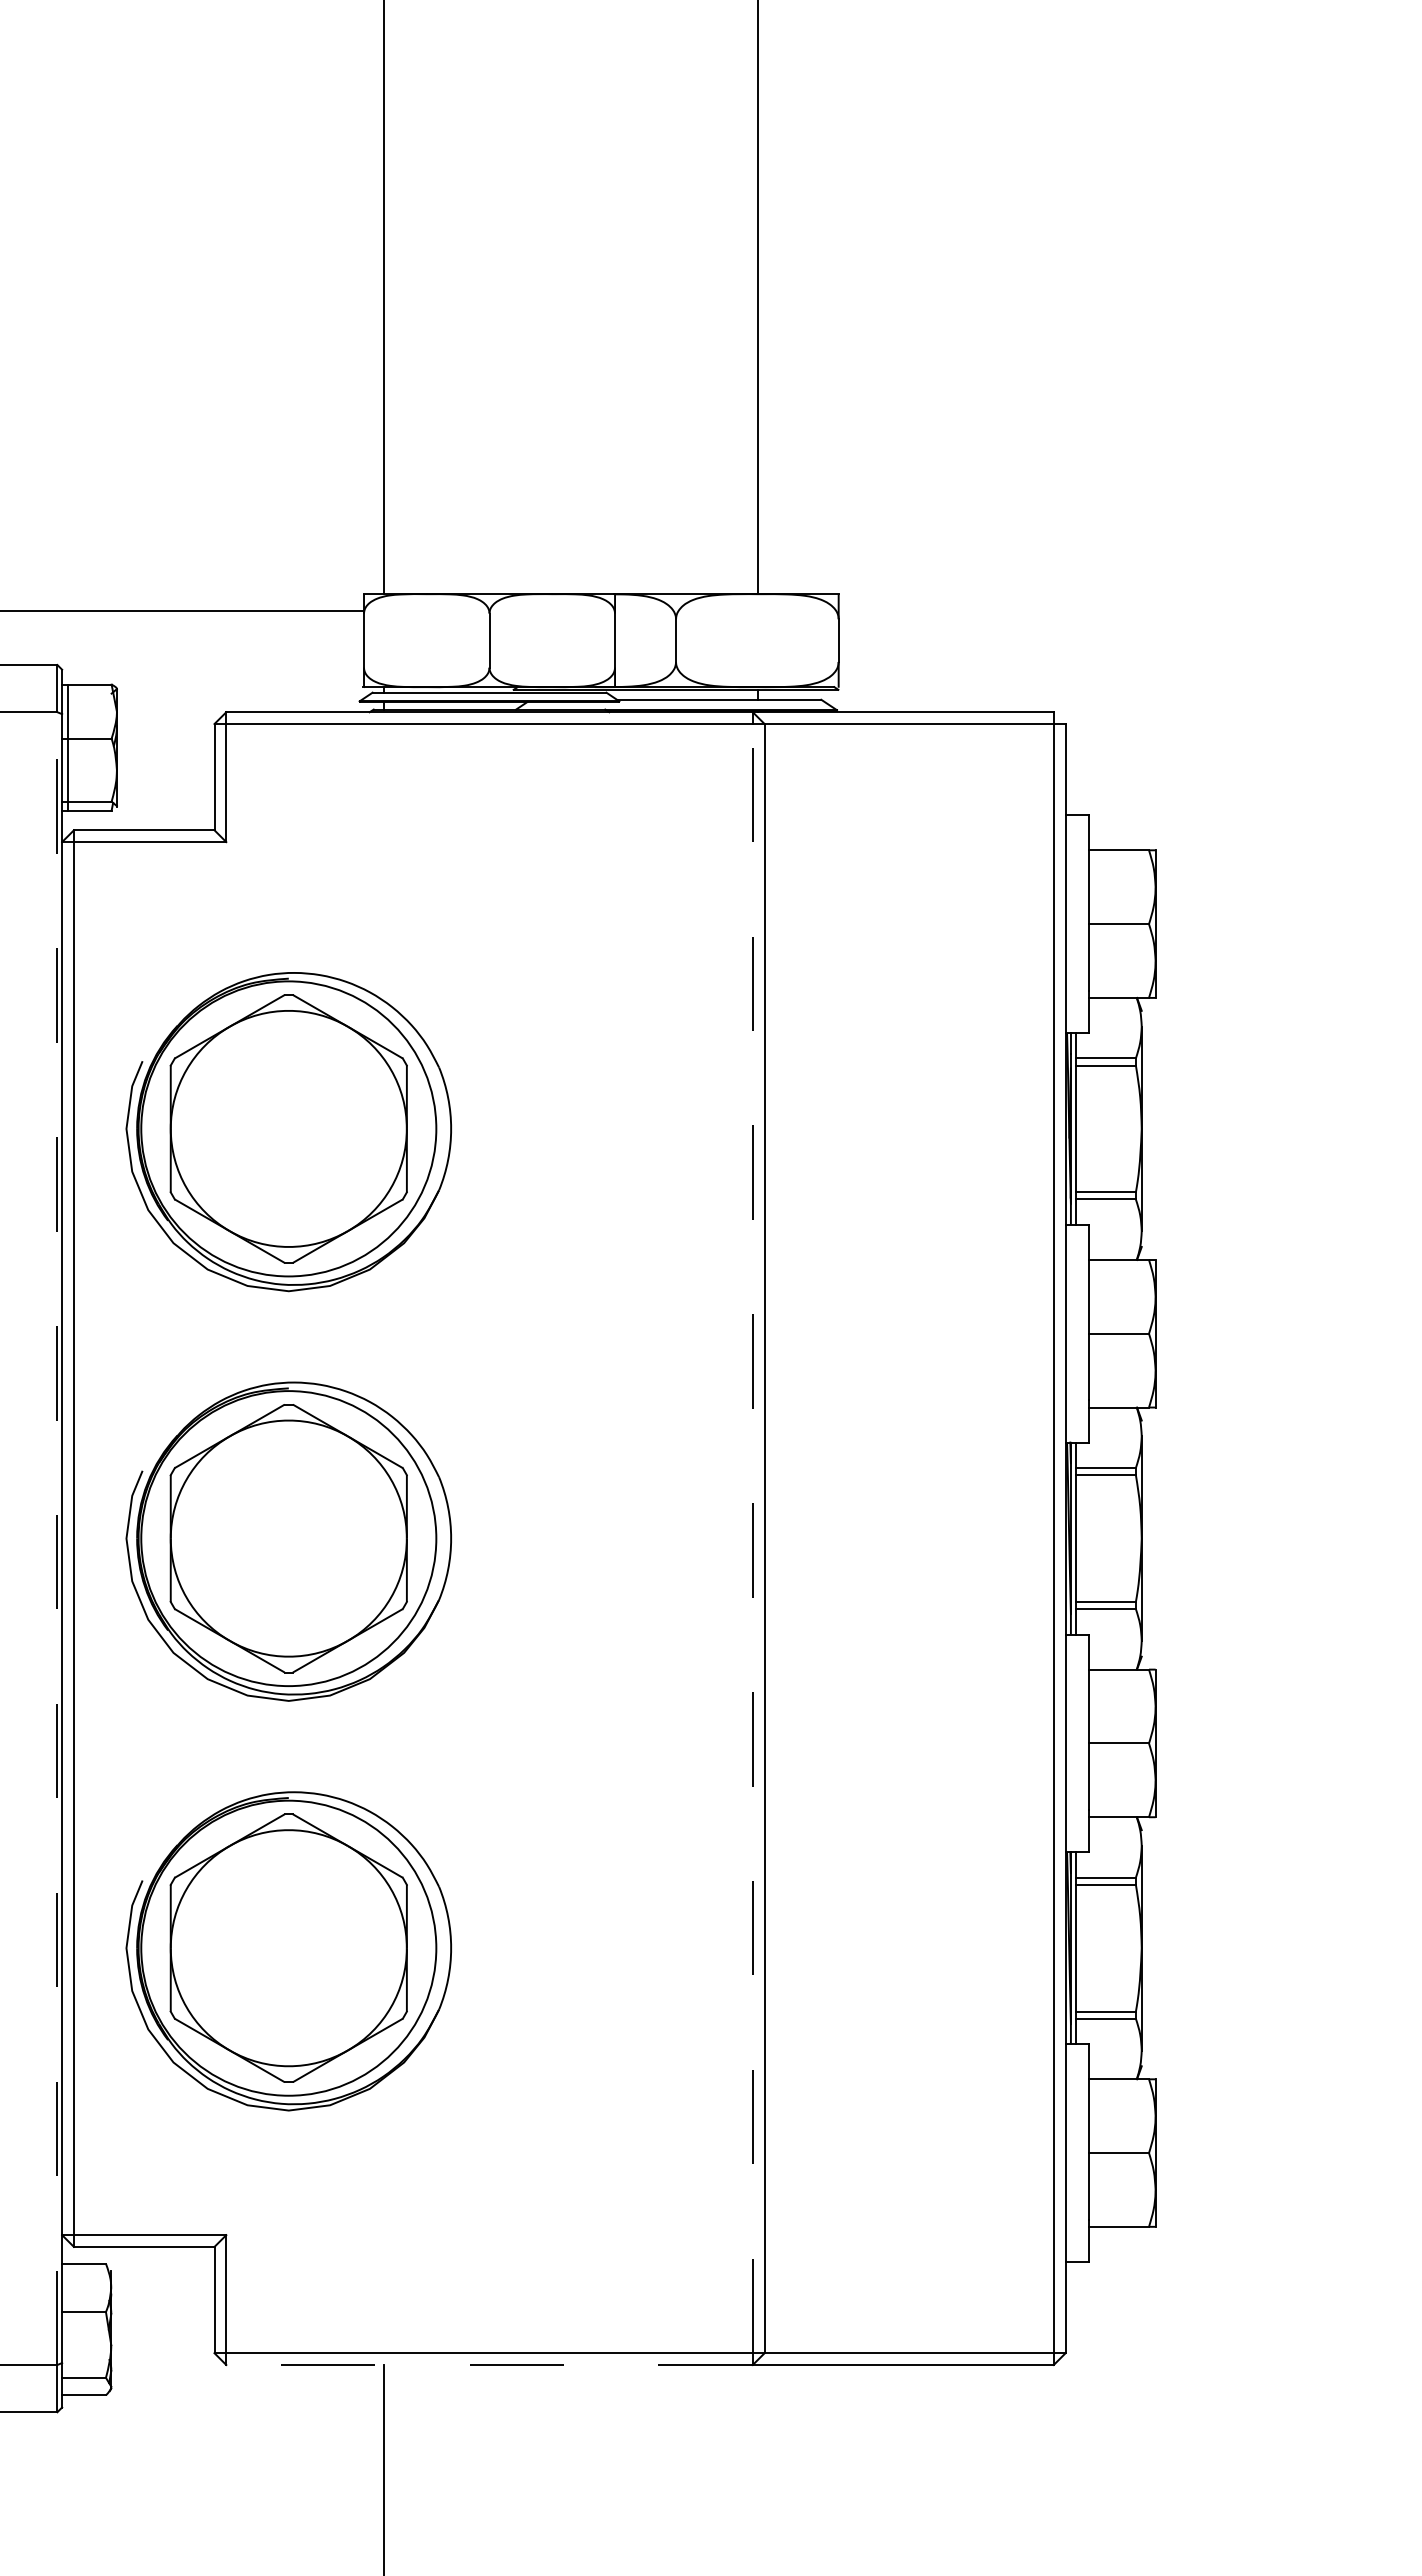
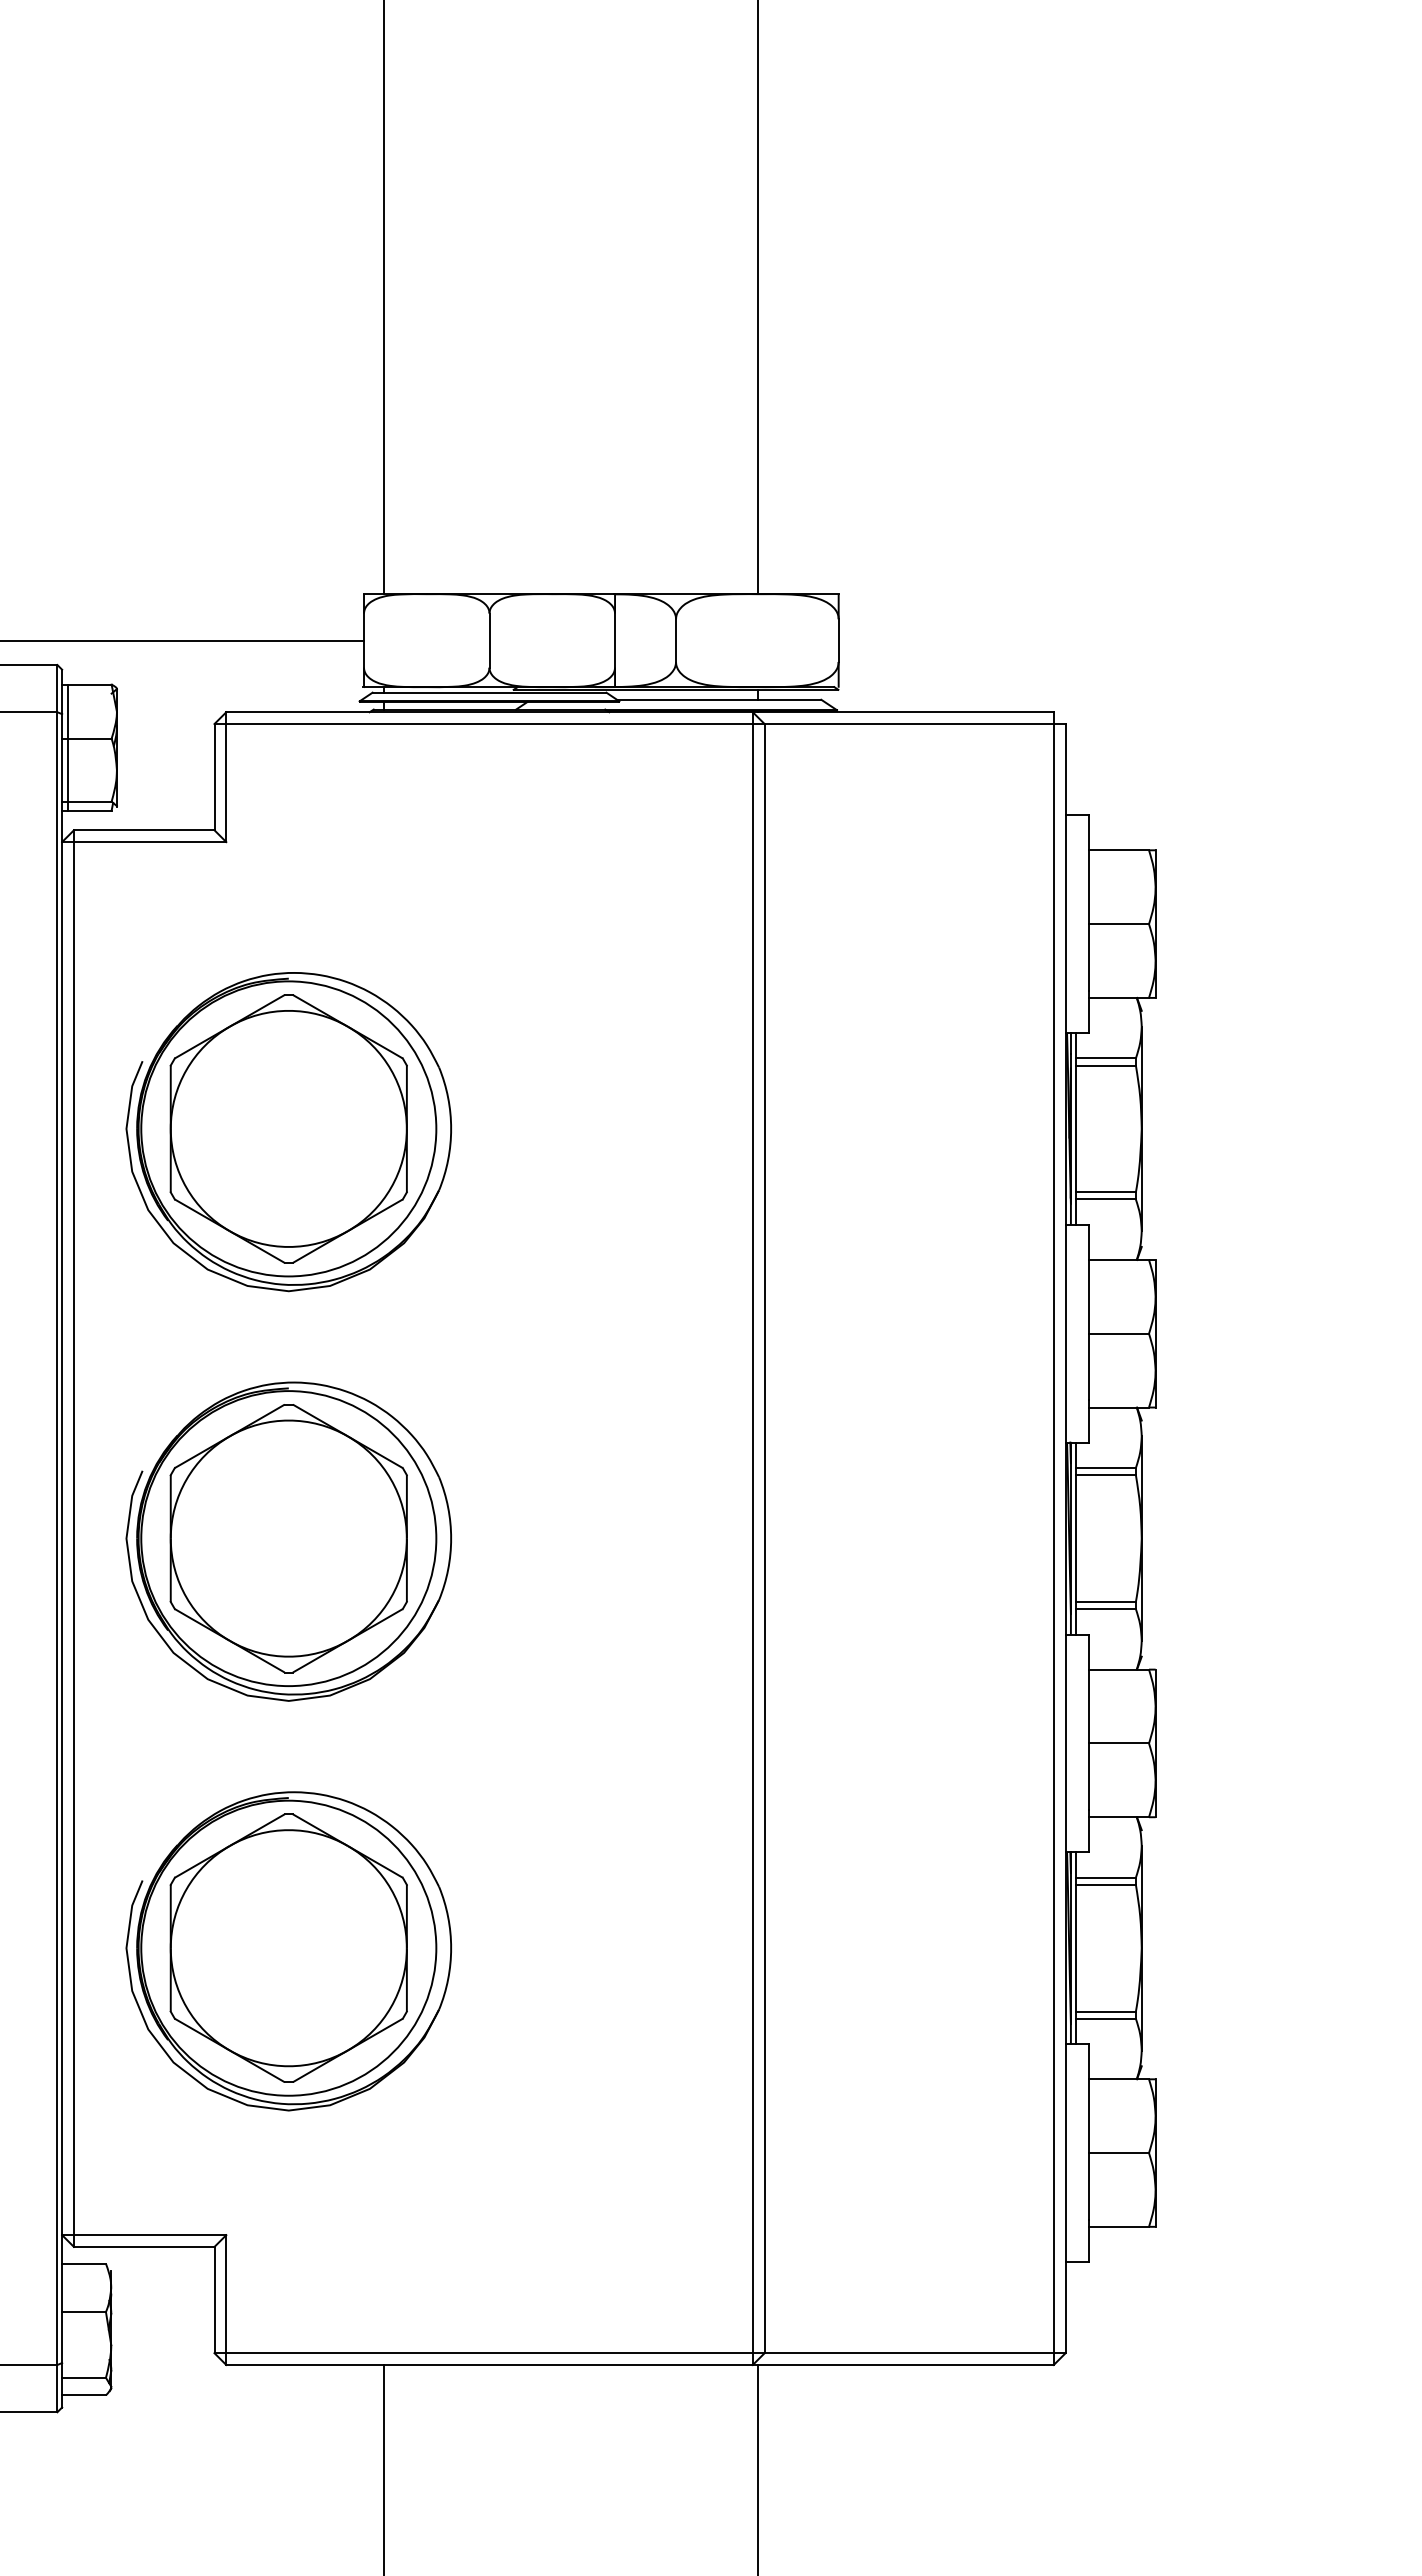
line at (183, 611) position: (183, 611) -> (183, 641)
line at (57, 1538): dashed -> solid
line at (752, 1538): dashed -> solid
line at (489, 2365): dashed -> solid
line at (757, 2468): none -> present
